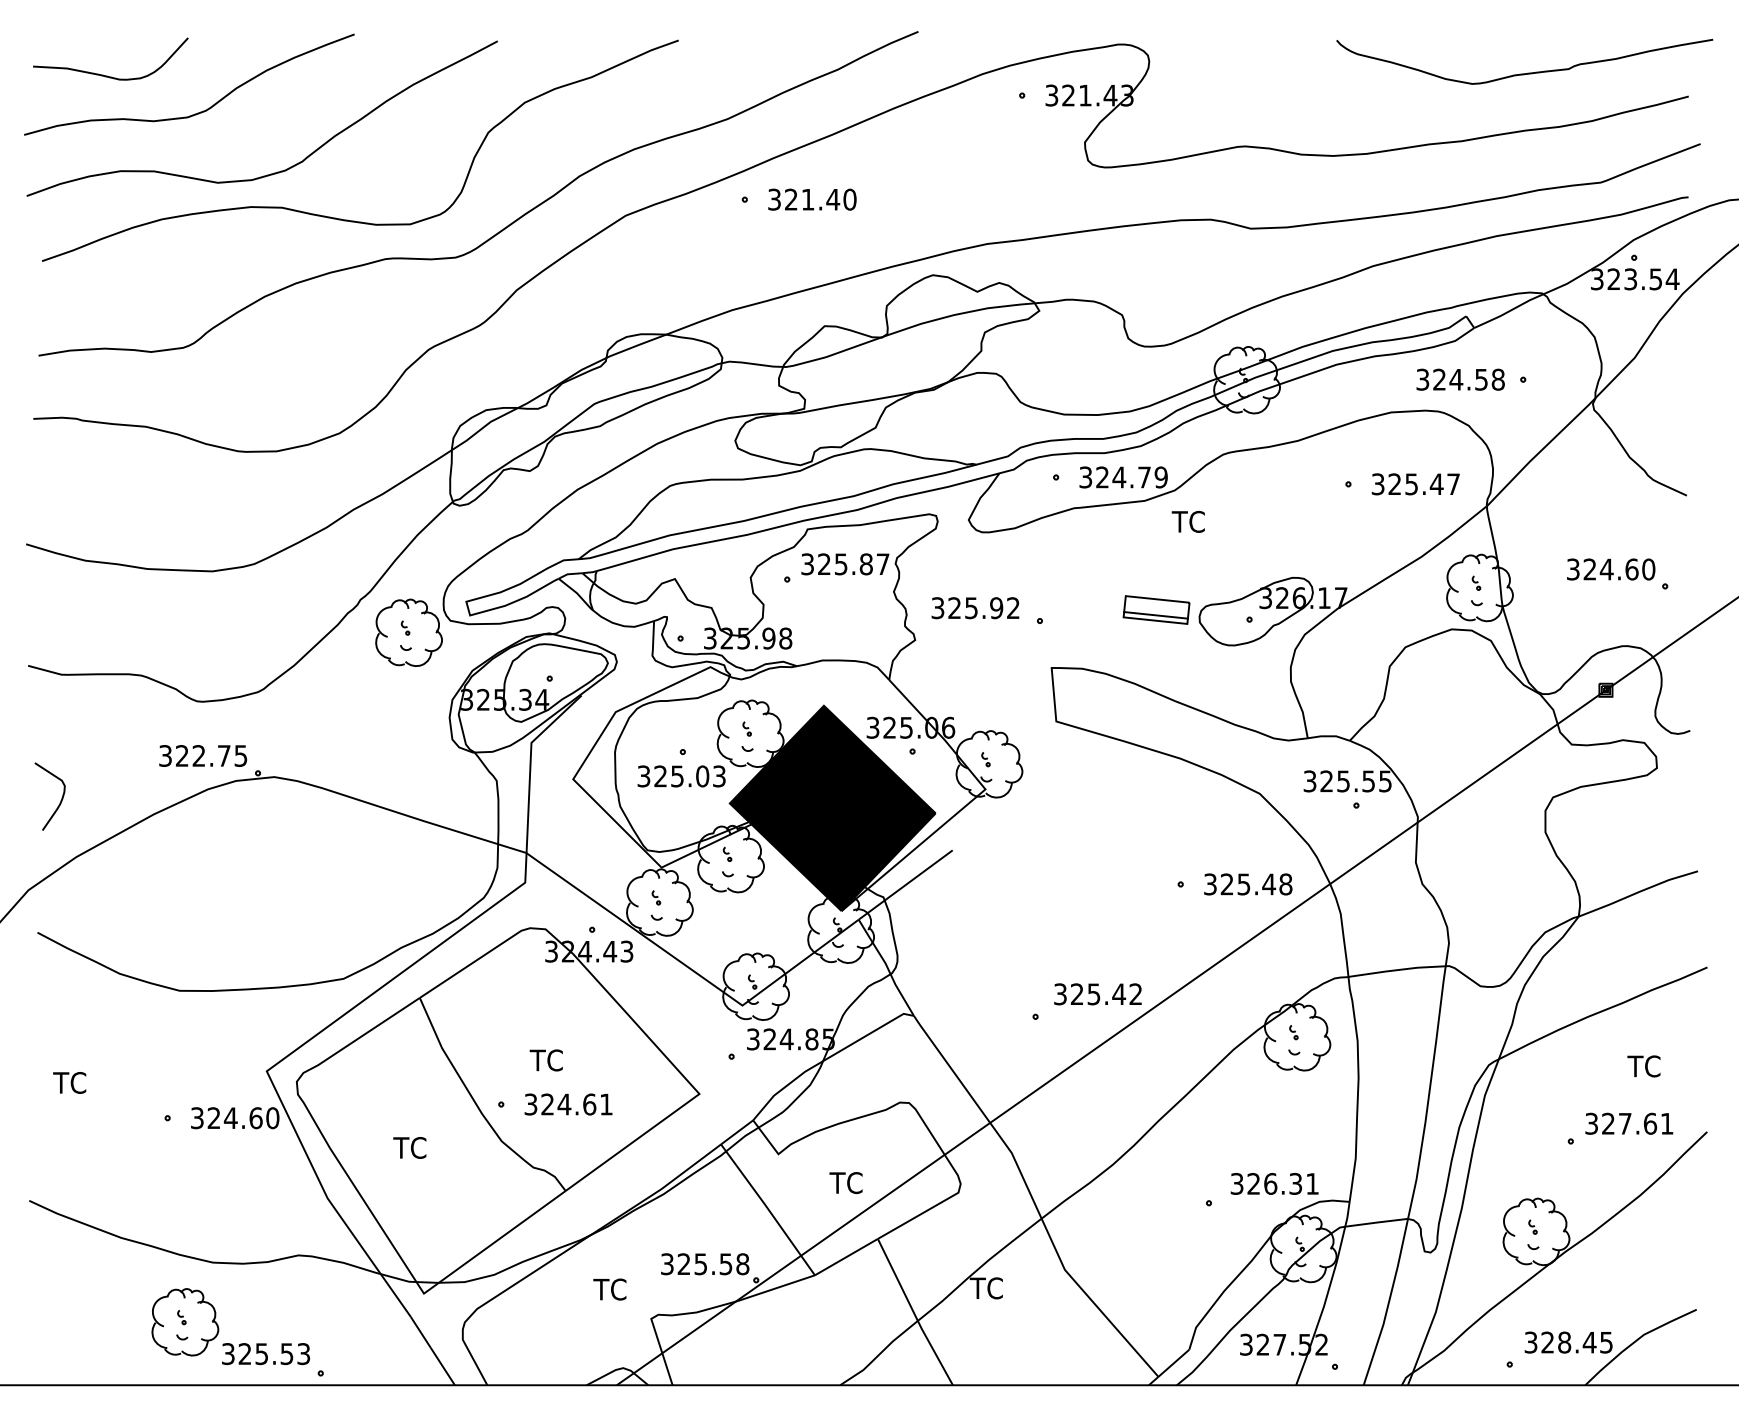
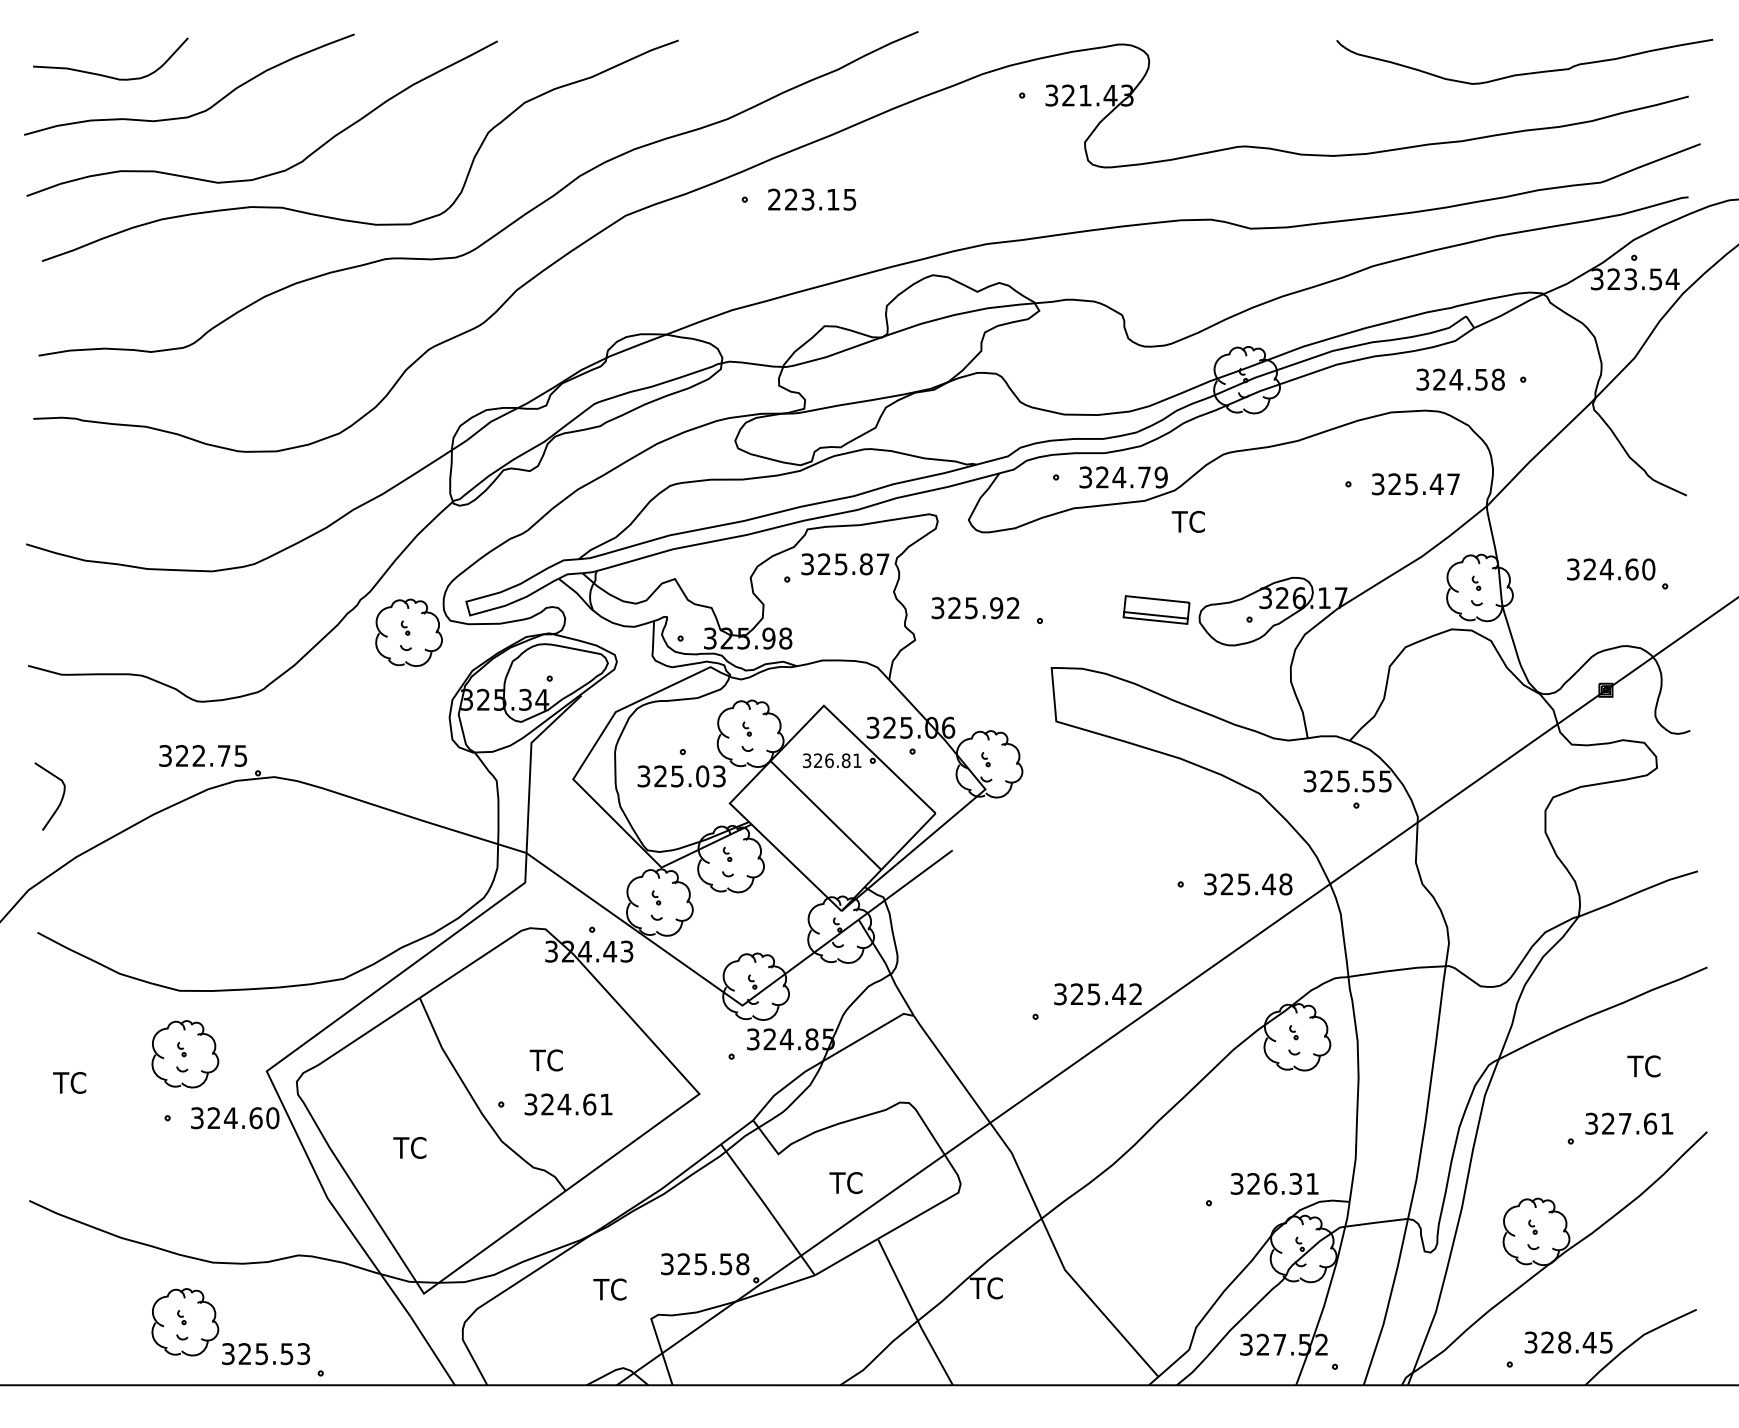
text at (812, 199): 321.40 -> 223.15
fill at (832, 808): present -> none
part at (185, 1054): none -> present
